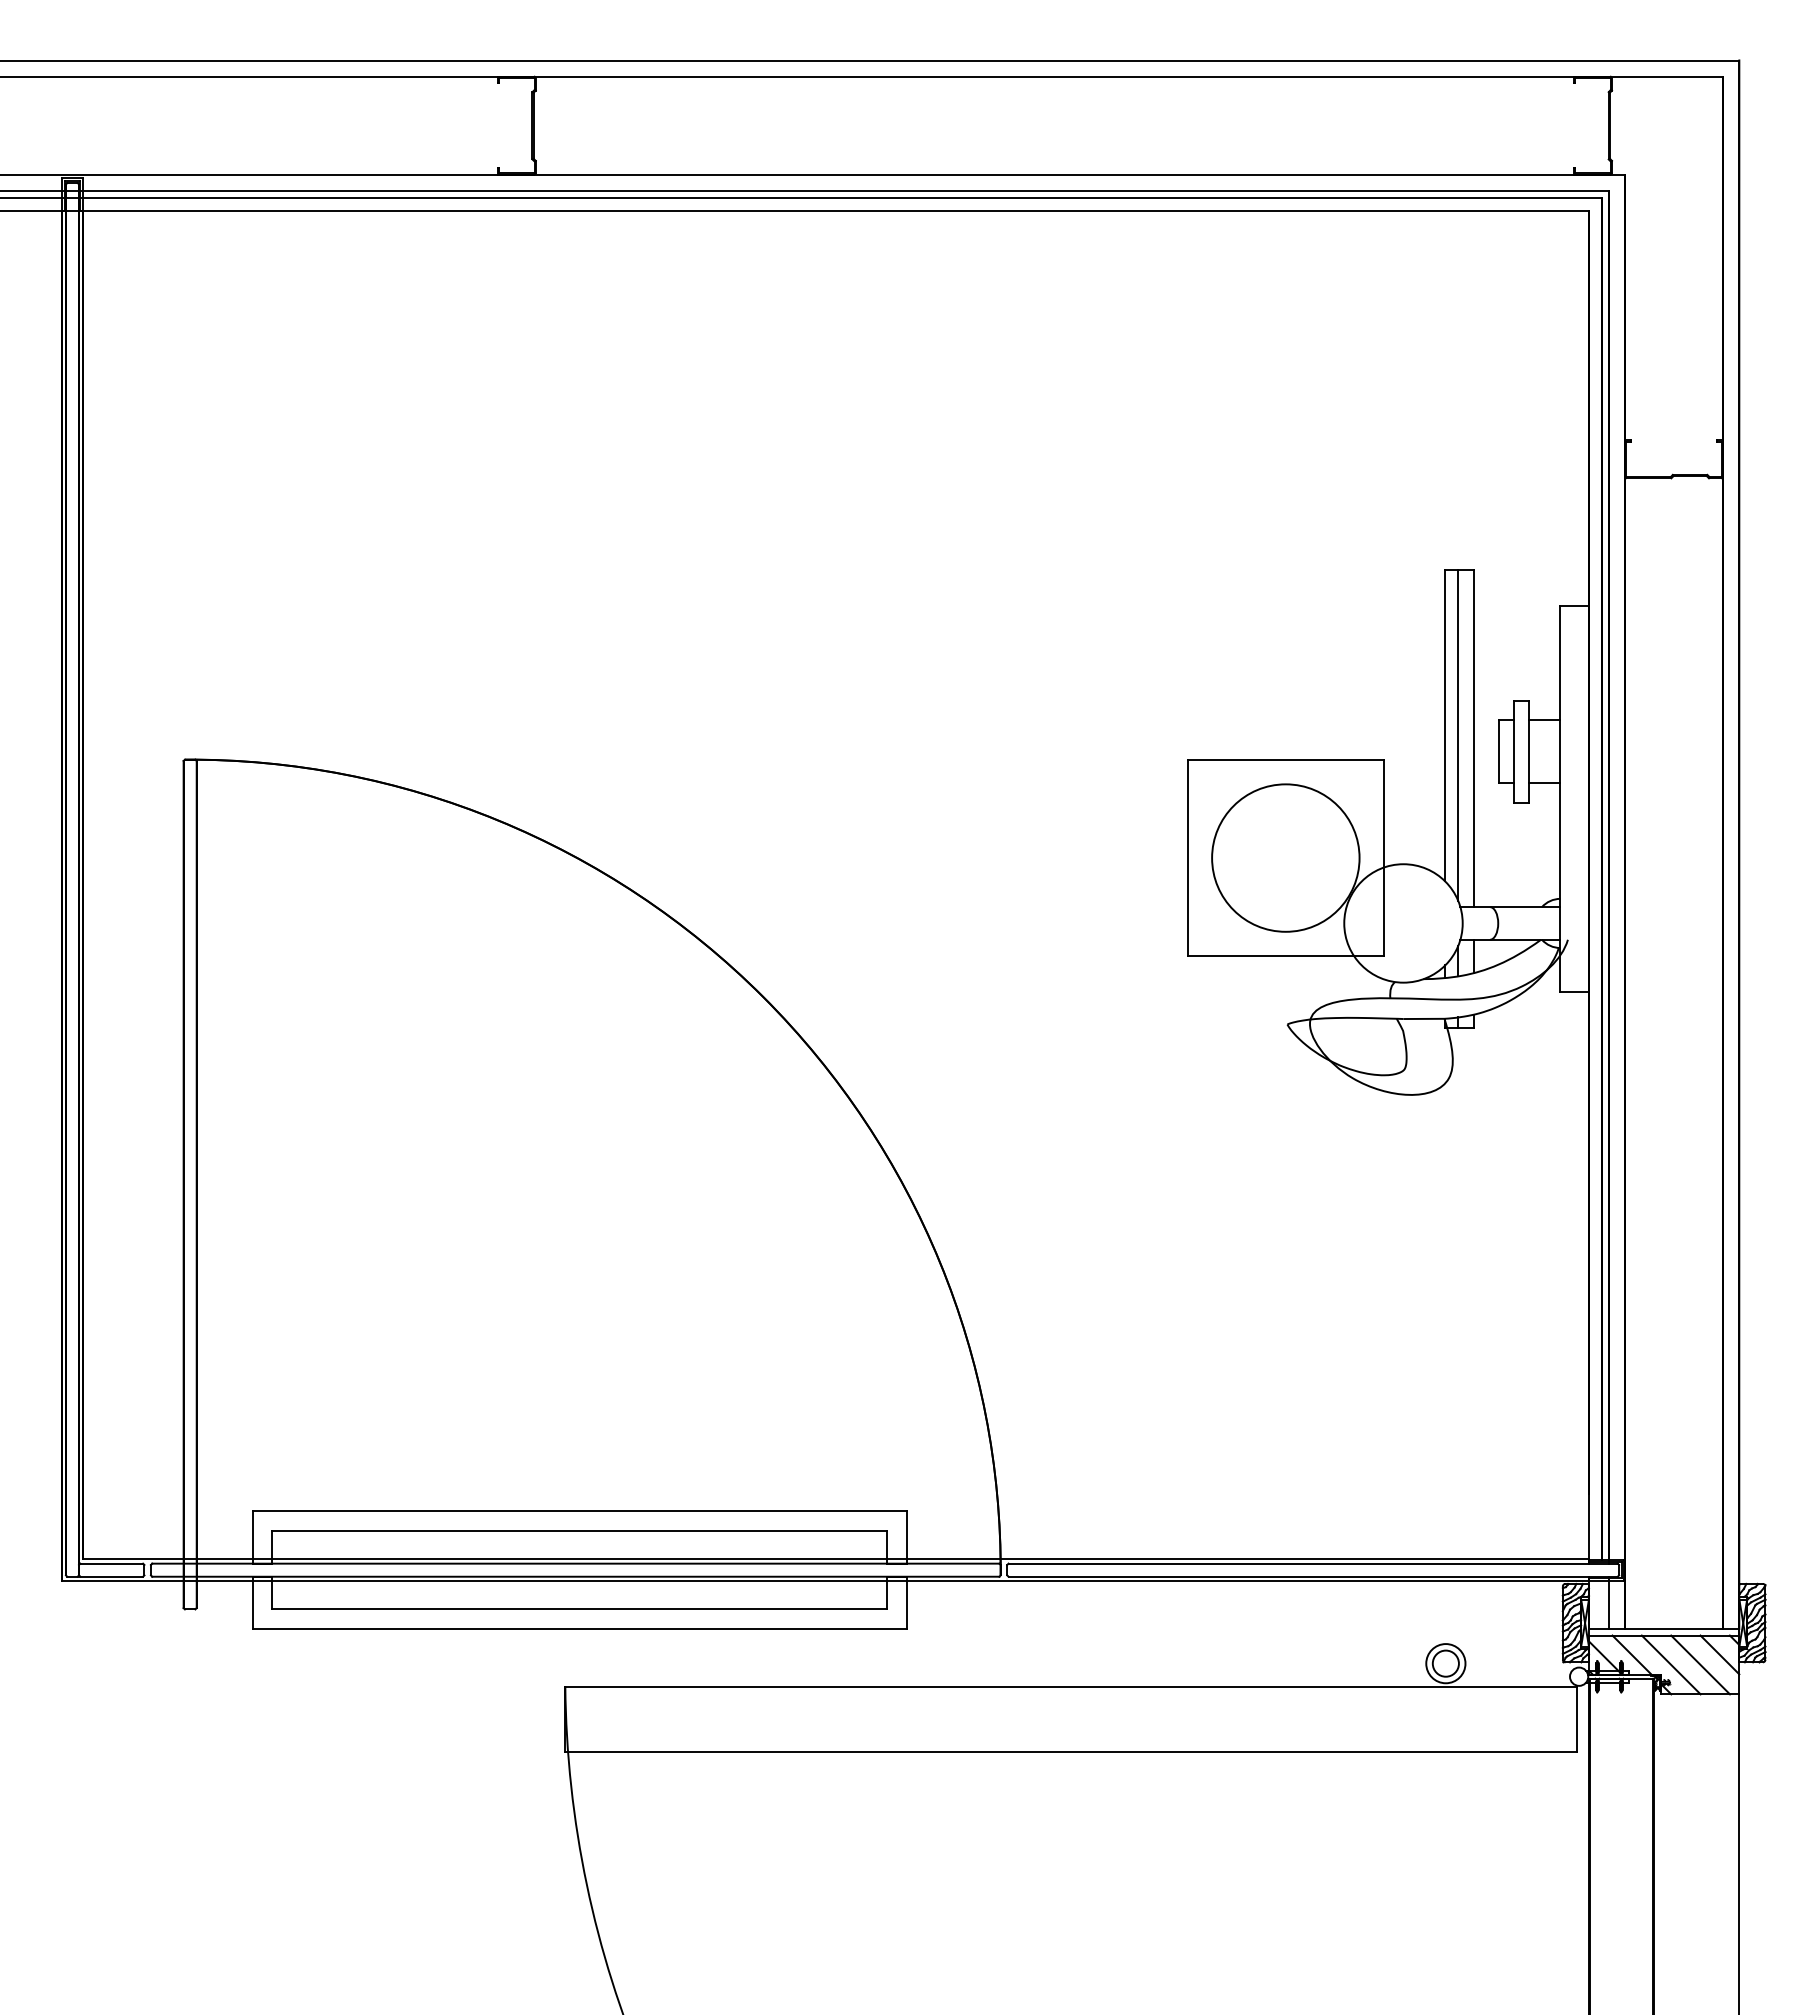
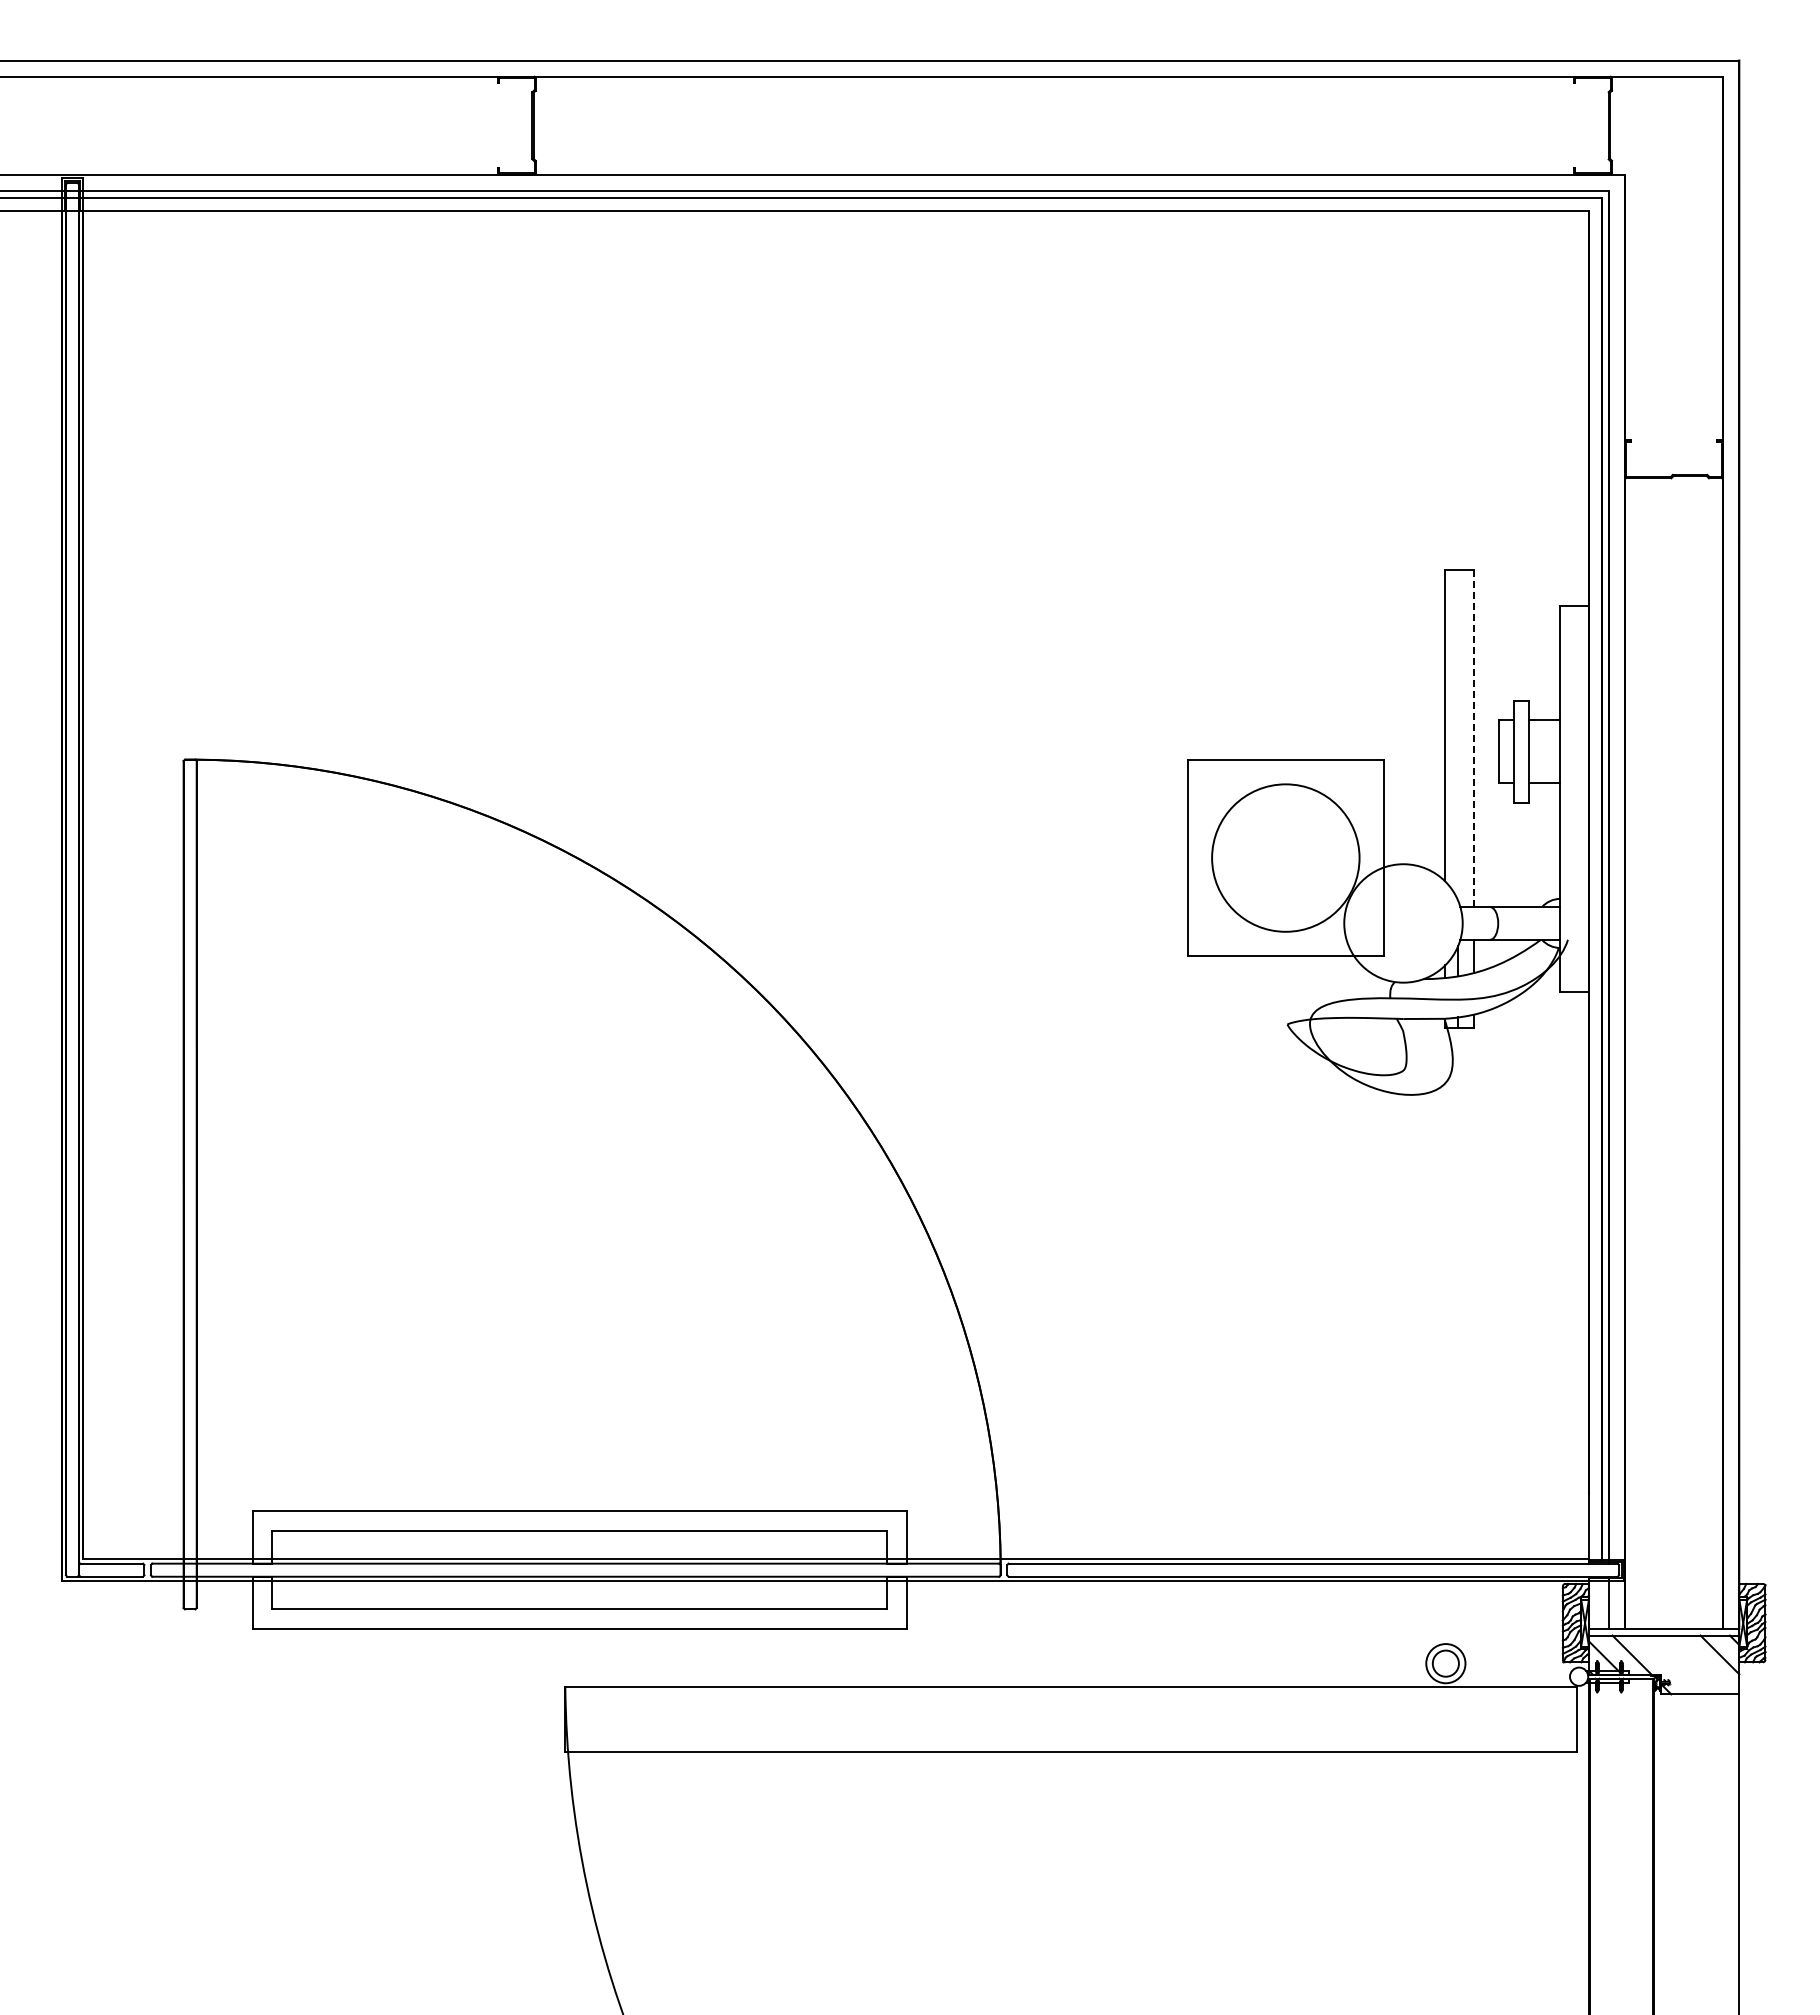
line at (1458, 735): present -> none
line at (1473, 738): solid -> dashed
line at (1670, 1664): present -> none
line at (1700, 1664): present -> none
